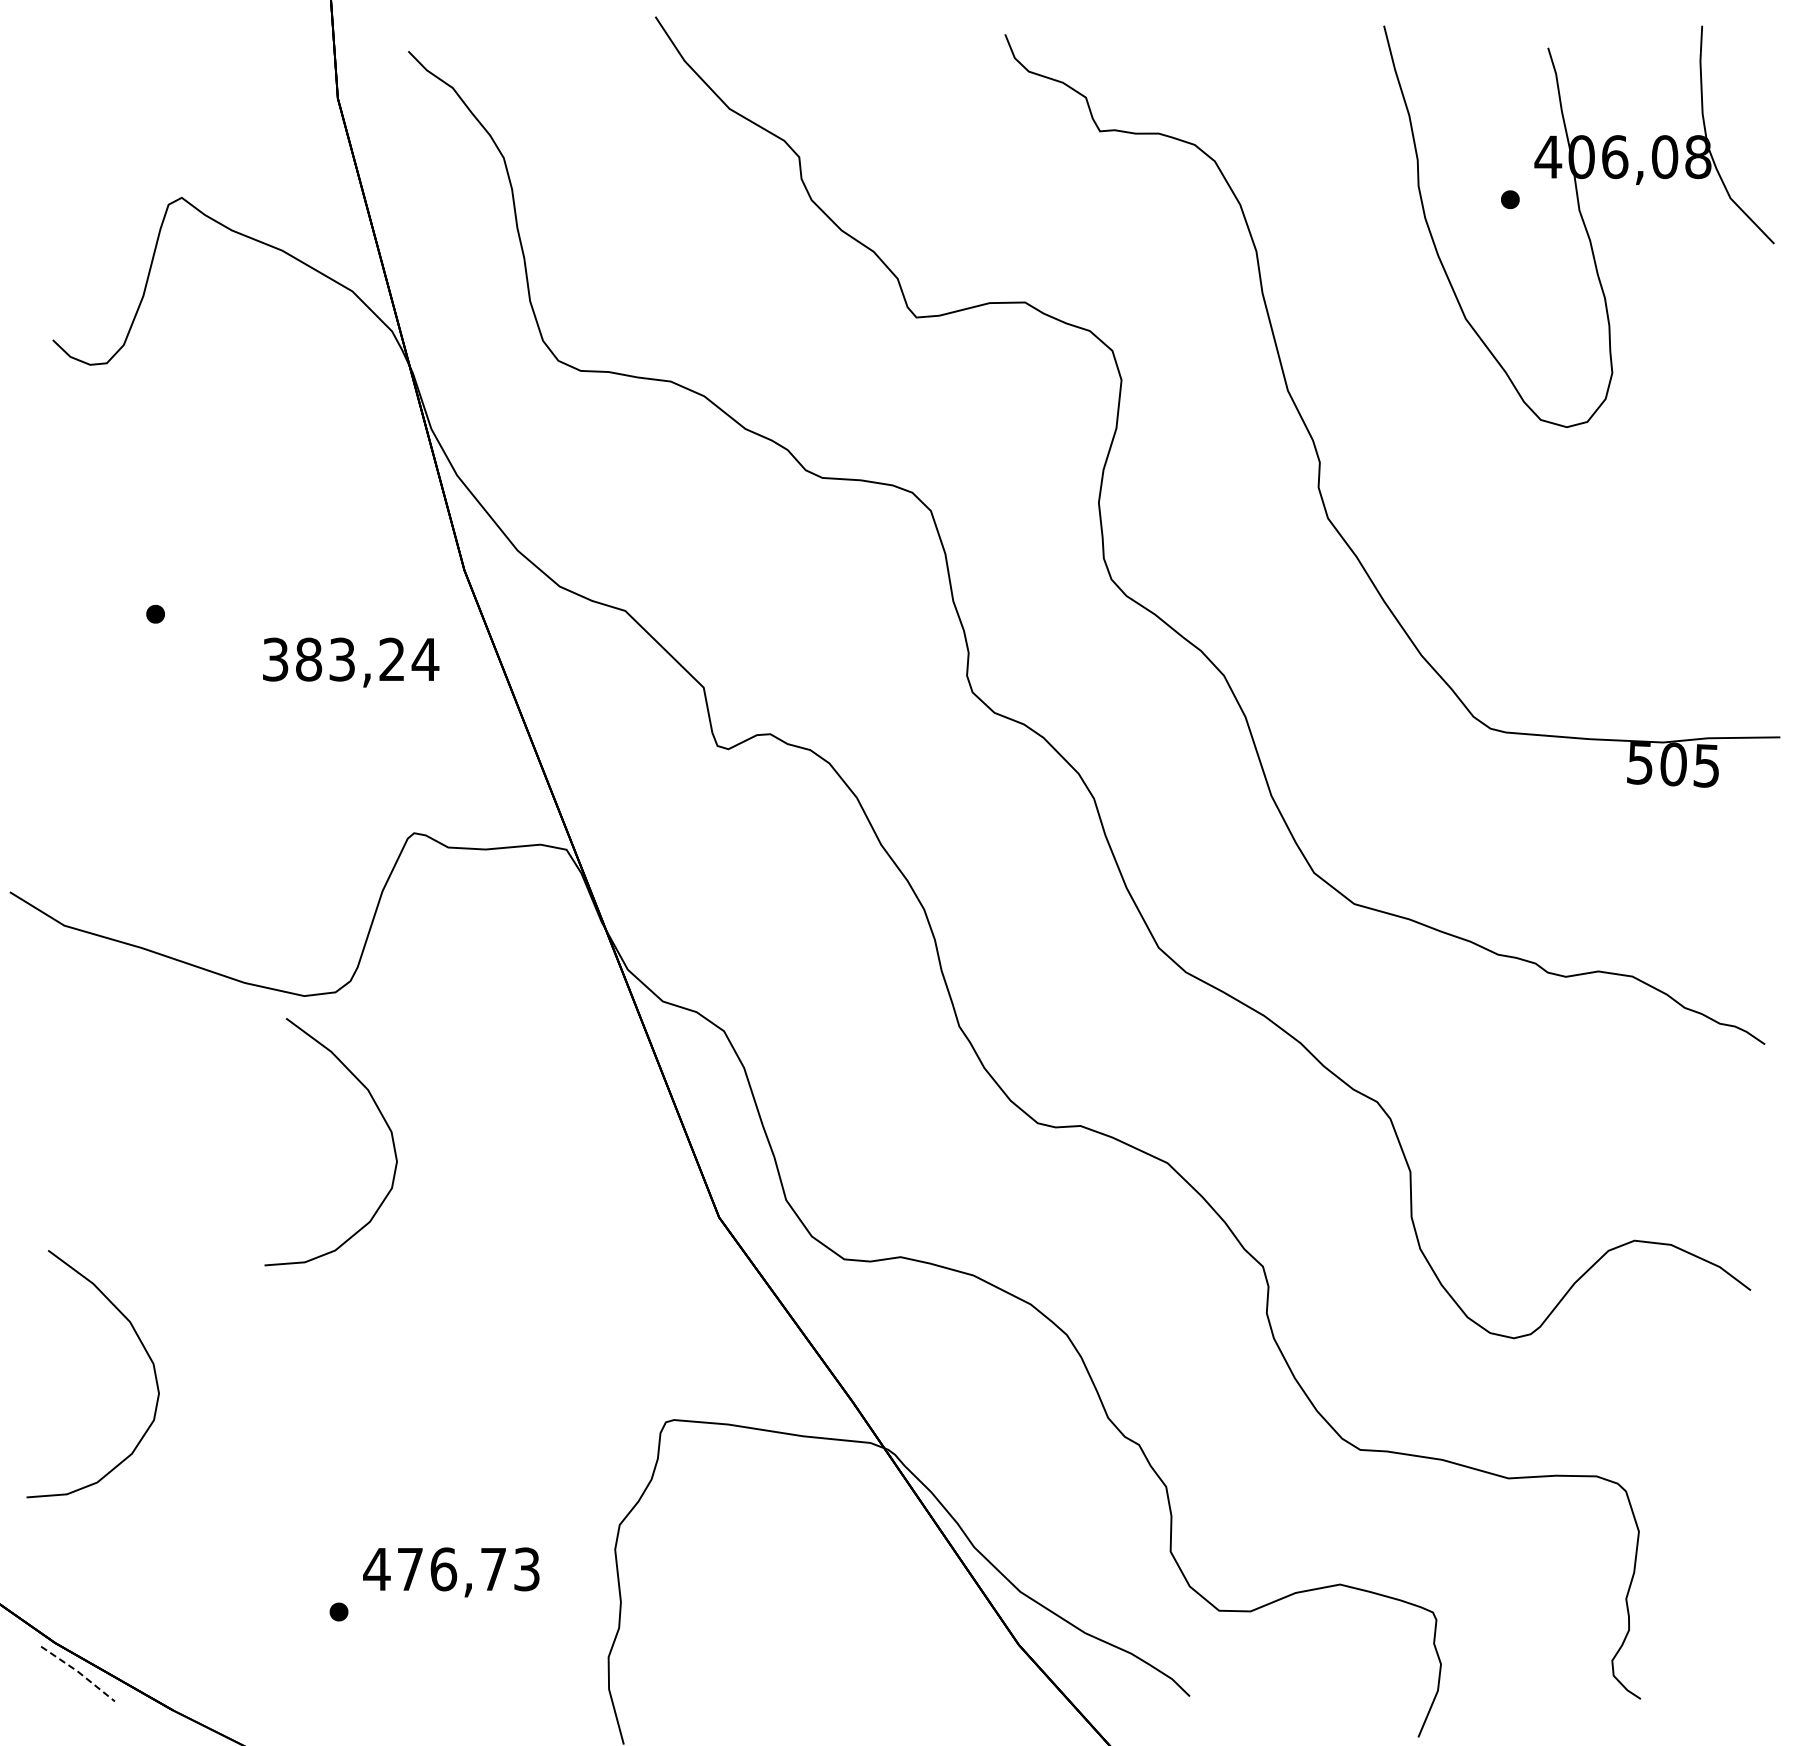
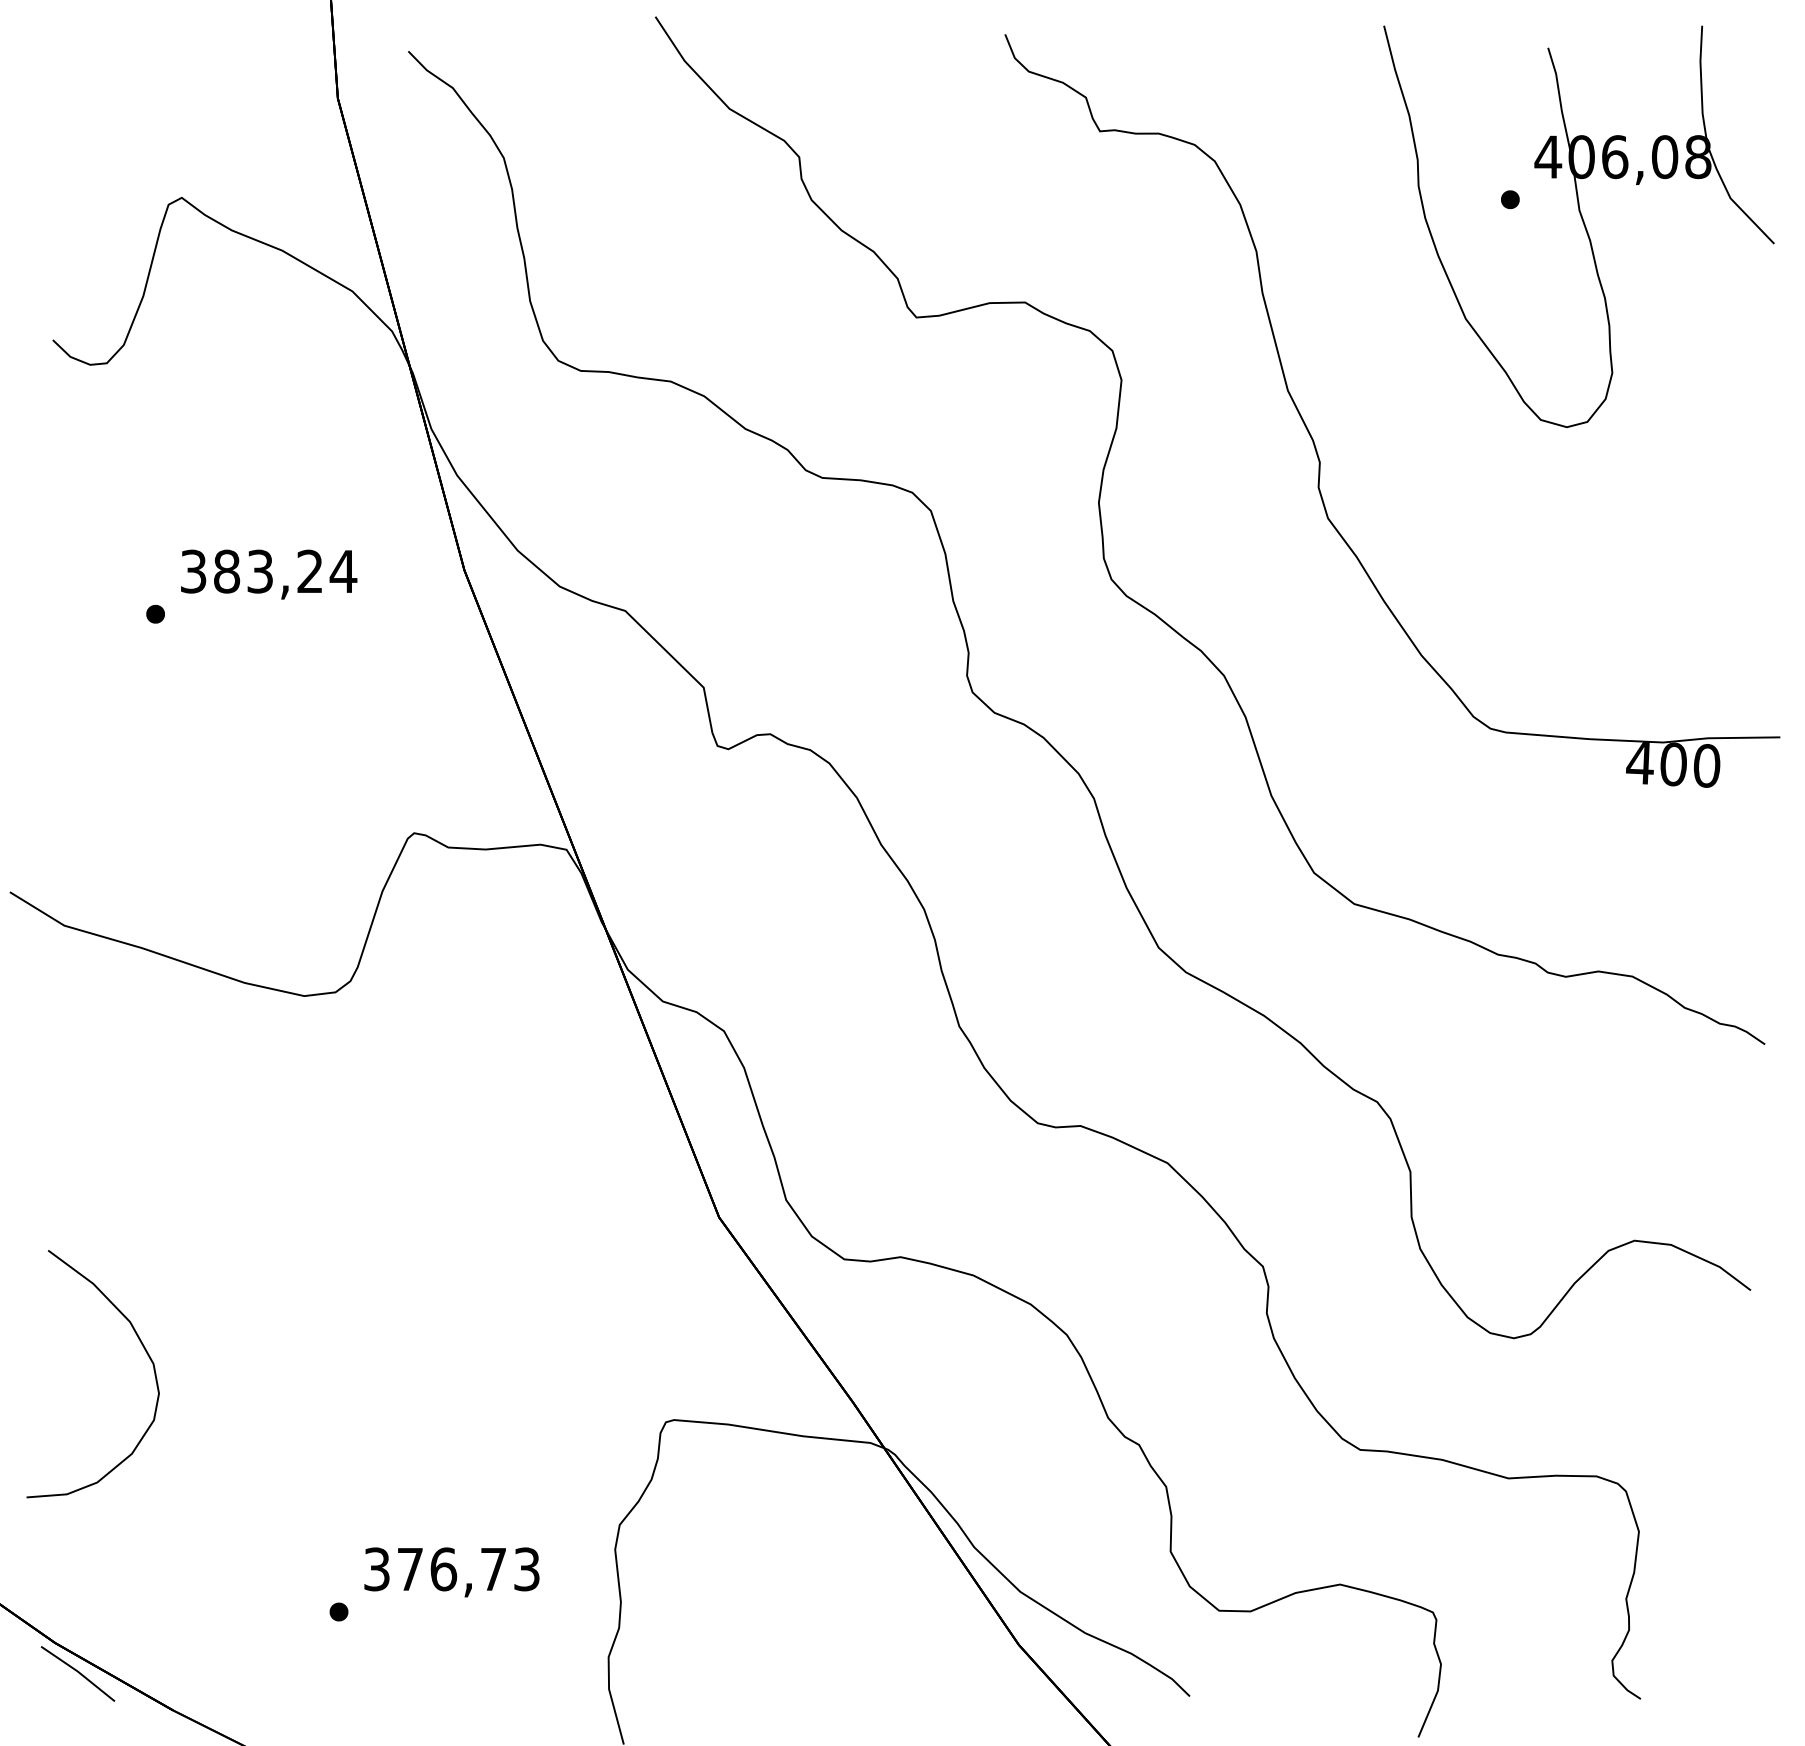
text at (351, 662) position: (351, 662) -> (269, 574)
text at (1673, 764): 505 -> 400
curve at (381, 1116): present -> none
text at (376, 1569): 476,73 -> 376,73
line at (79, 1672): dashed -> solid
